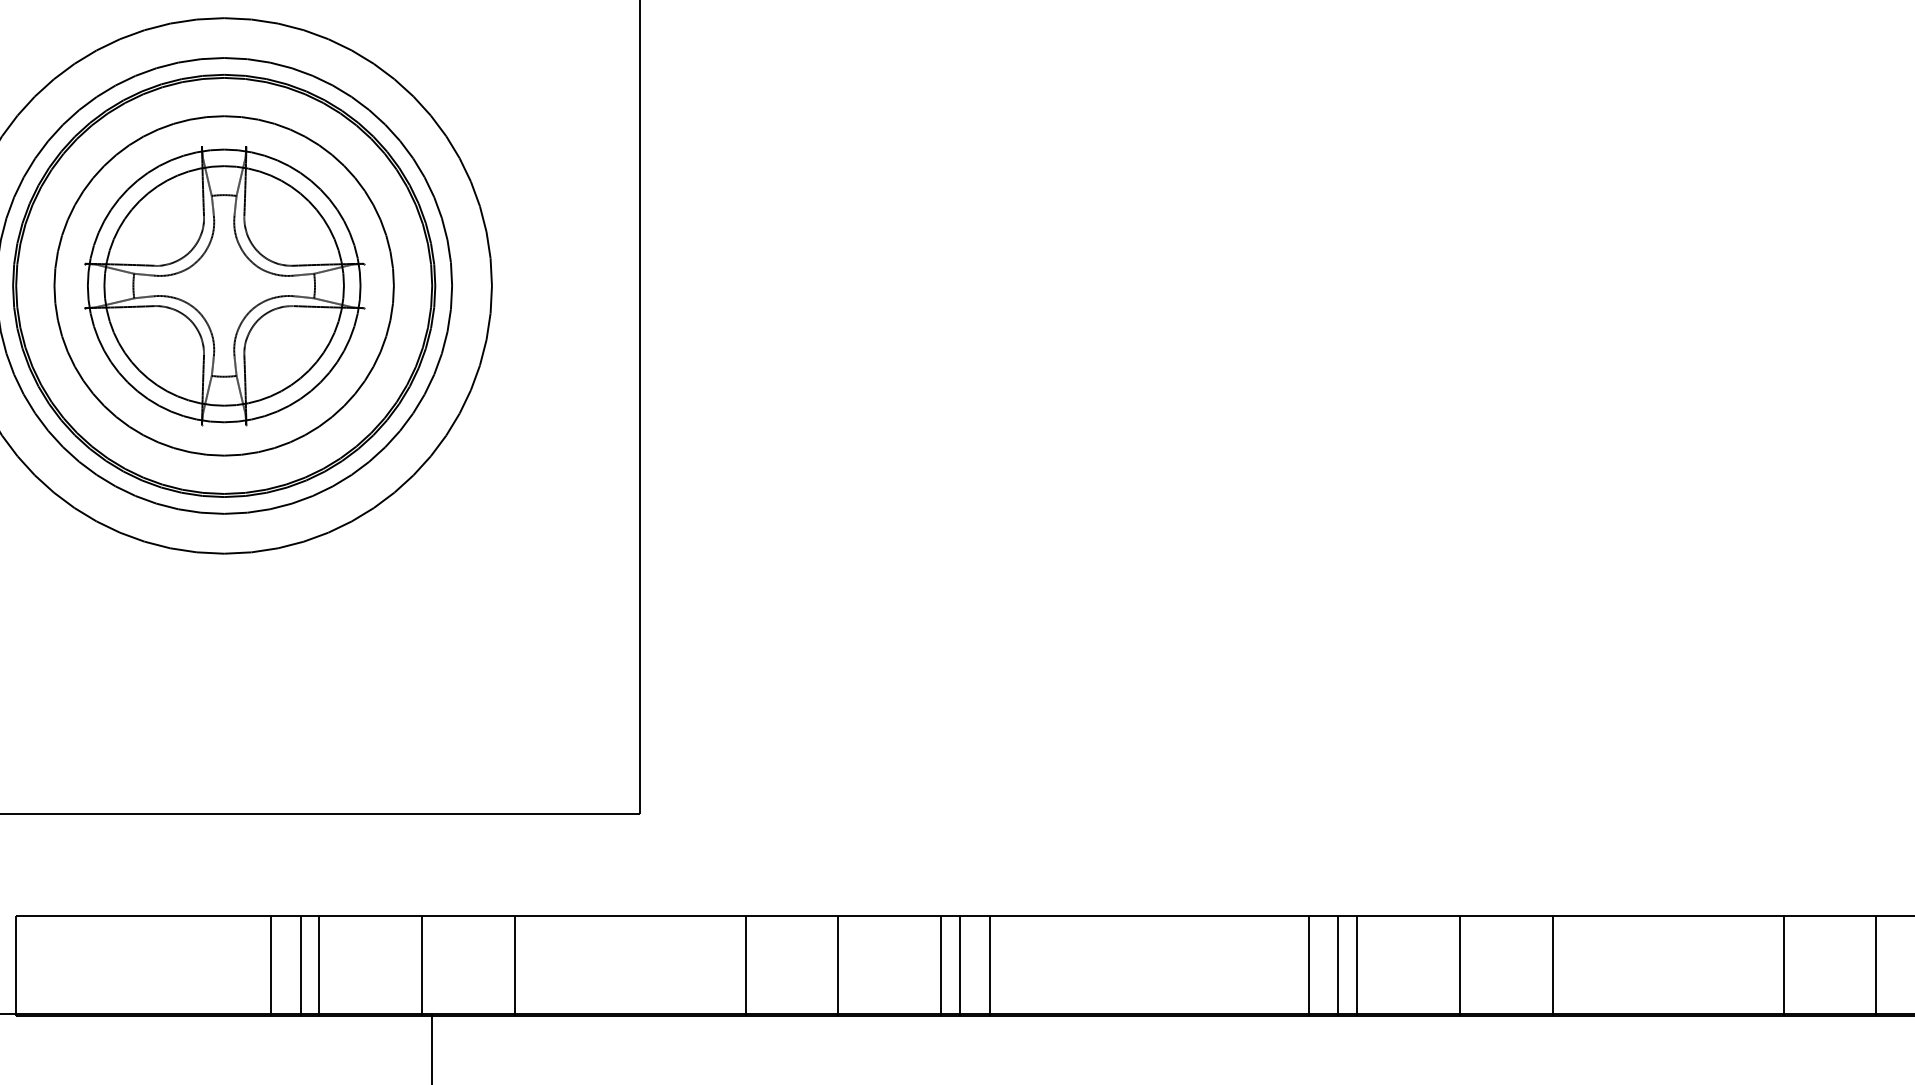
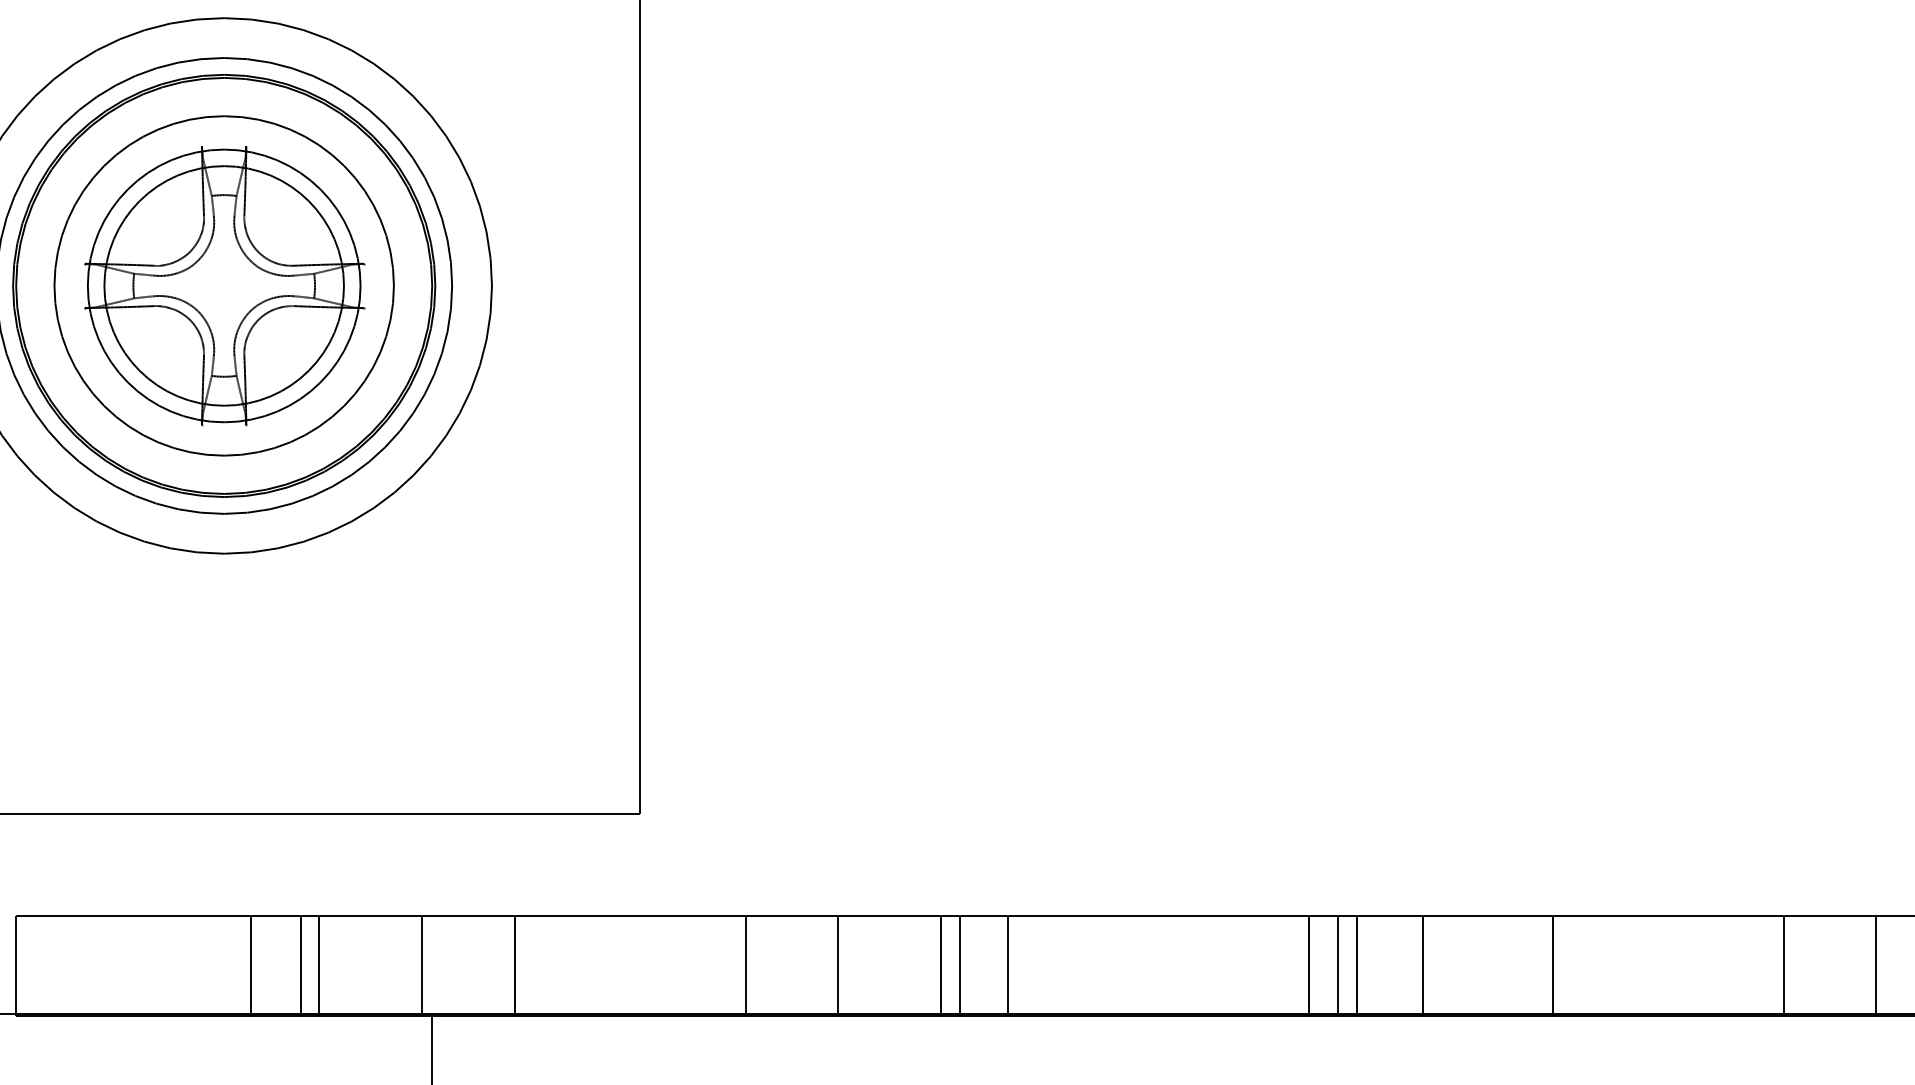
line at (271, 966) position: (271, 966) -> (251, 966)
line at (989, 966) position: (989, 966) -> (1007, 966)
line at (1460, 966) position: (1460, 966) -> (1423, 966)
